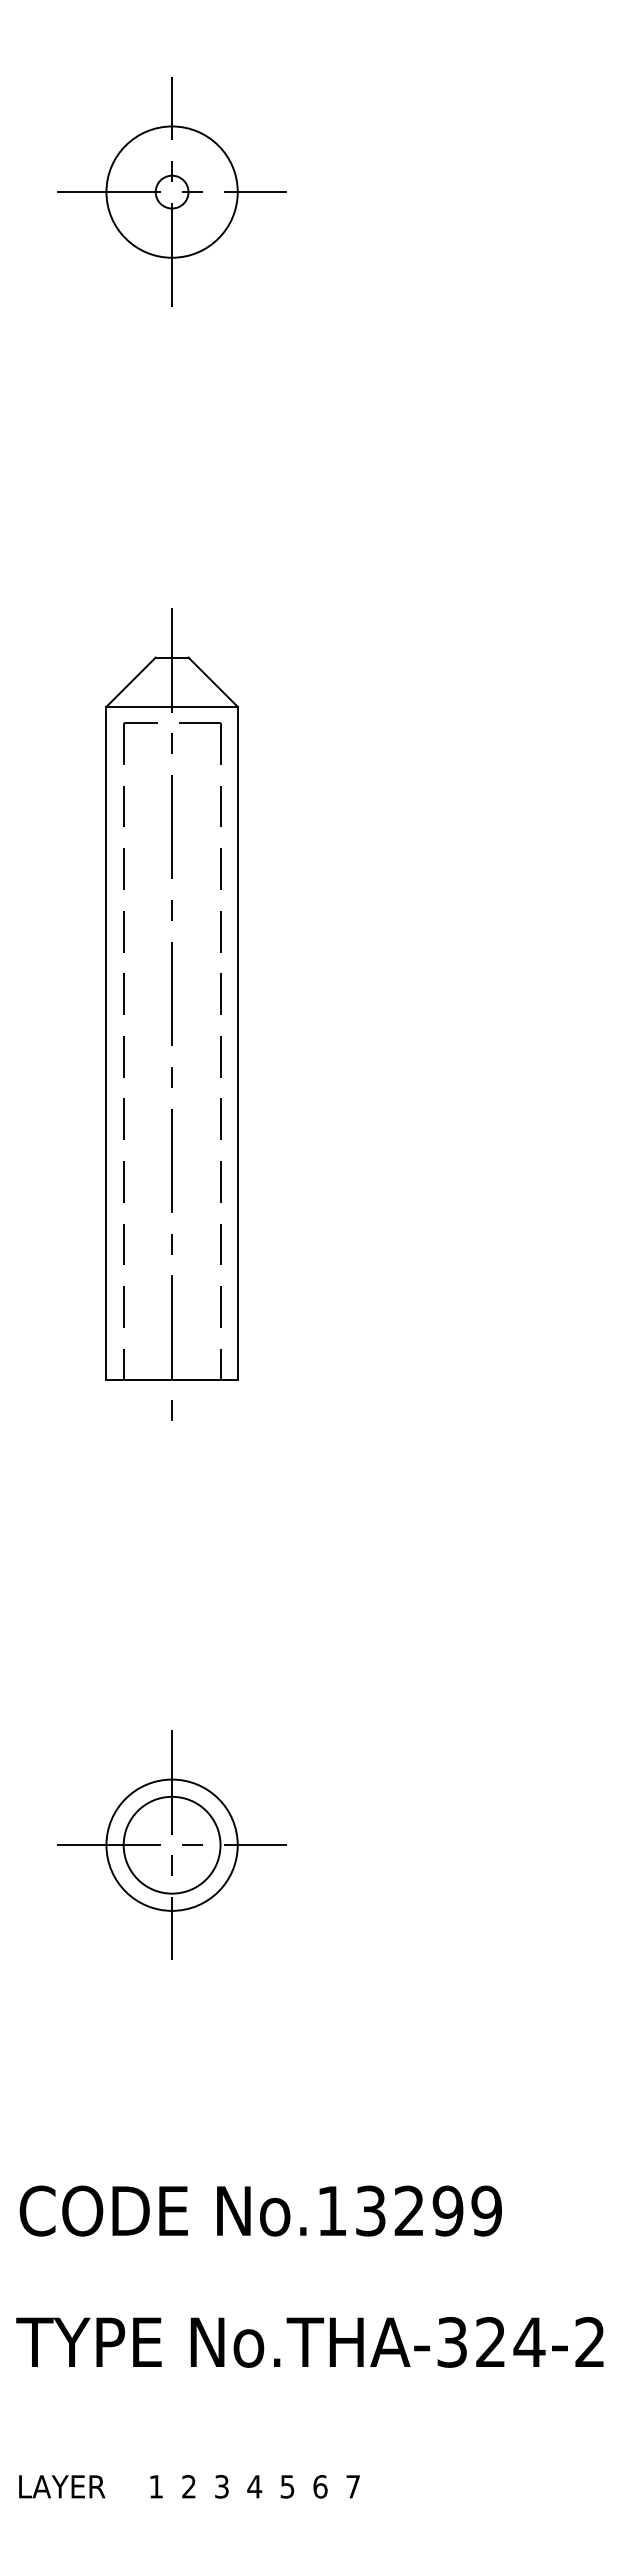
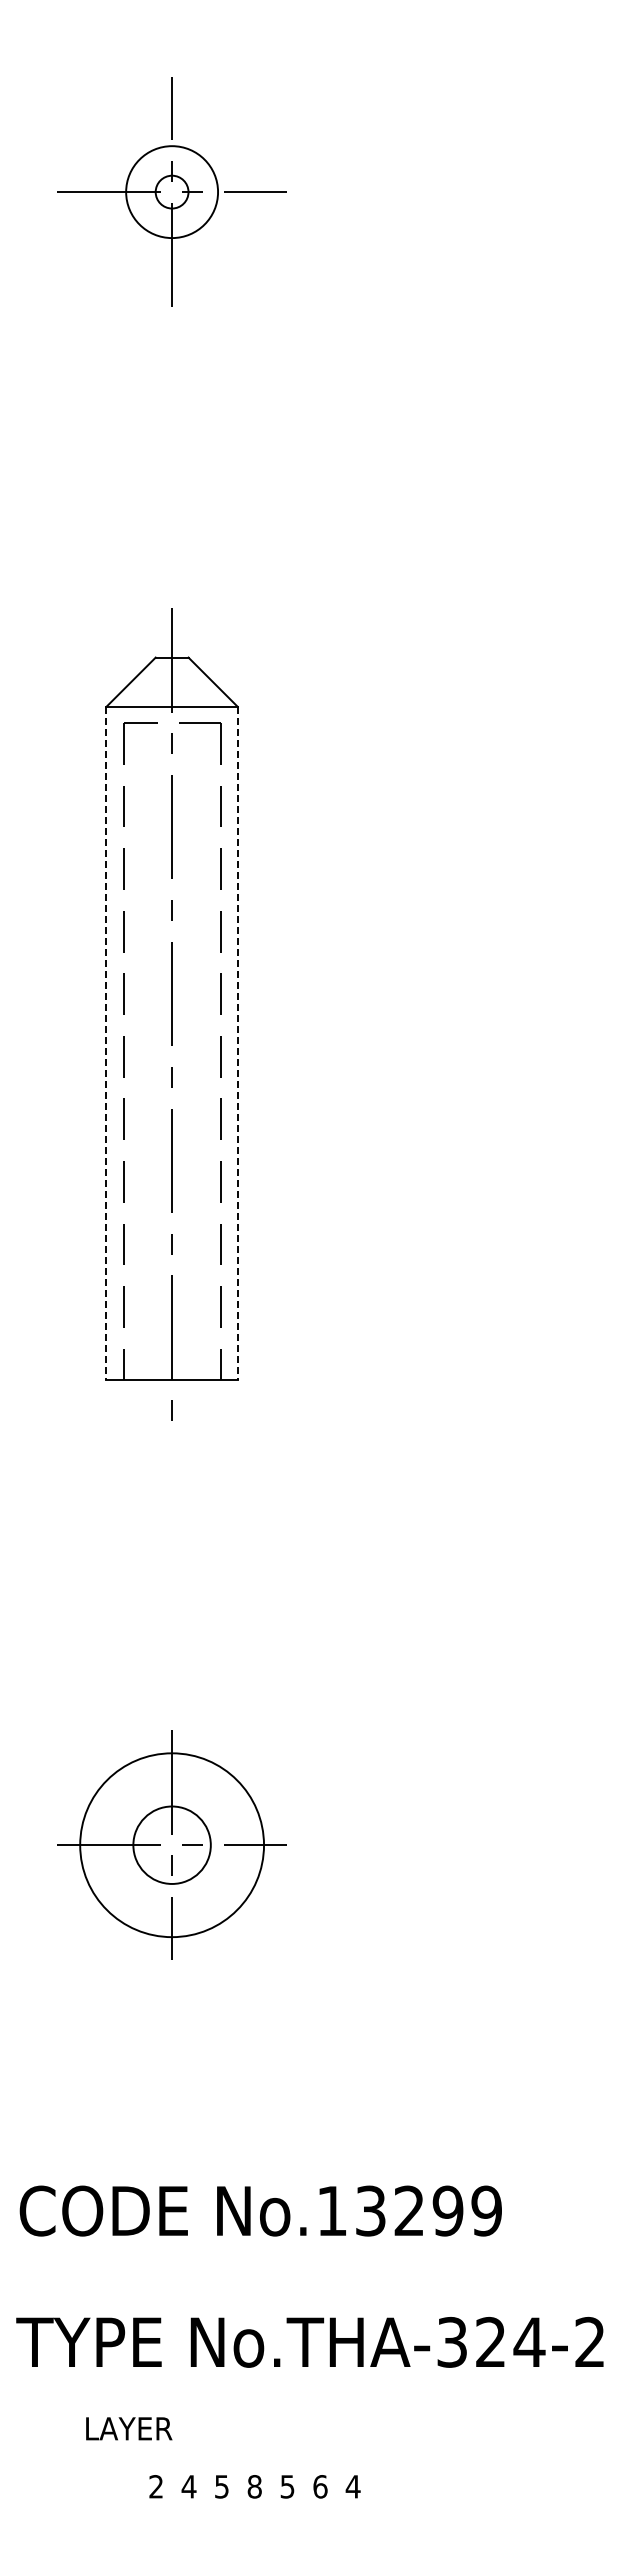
circle at (171, 191) diameter: 131 px -> 92 px
line at (106, 1043): solid -> dashed
line at (237, 1043): solid -> dashed
circle at (171, 1844) diameter: 131 px -> 184 px
circle at (171, 1844) diameter: 97 px -> 77 px
text at (62, 2486) position: (62, 2486) -> (129, 2428)
text at (155, 2486): 1 -> 2
text at (188, 2486): 2 -> 4
text at (221, 2486): 3 -> 5
text at (254, 2486): 4 -> 8
text at (352, 2486): 7 -> 4
